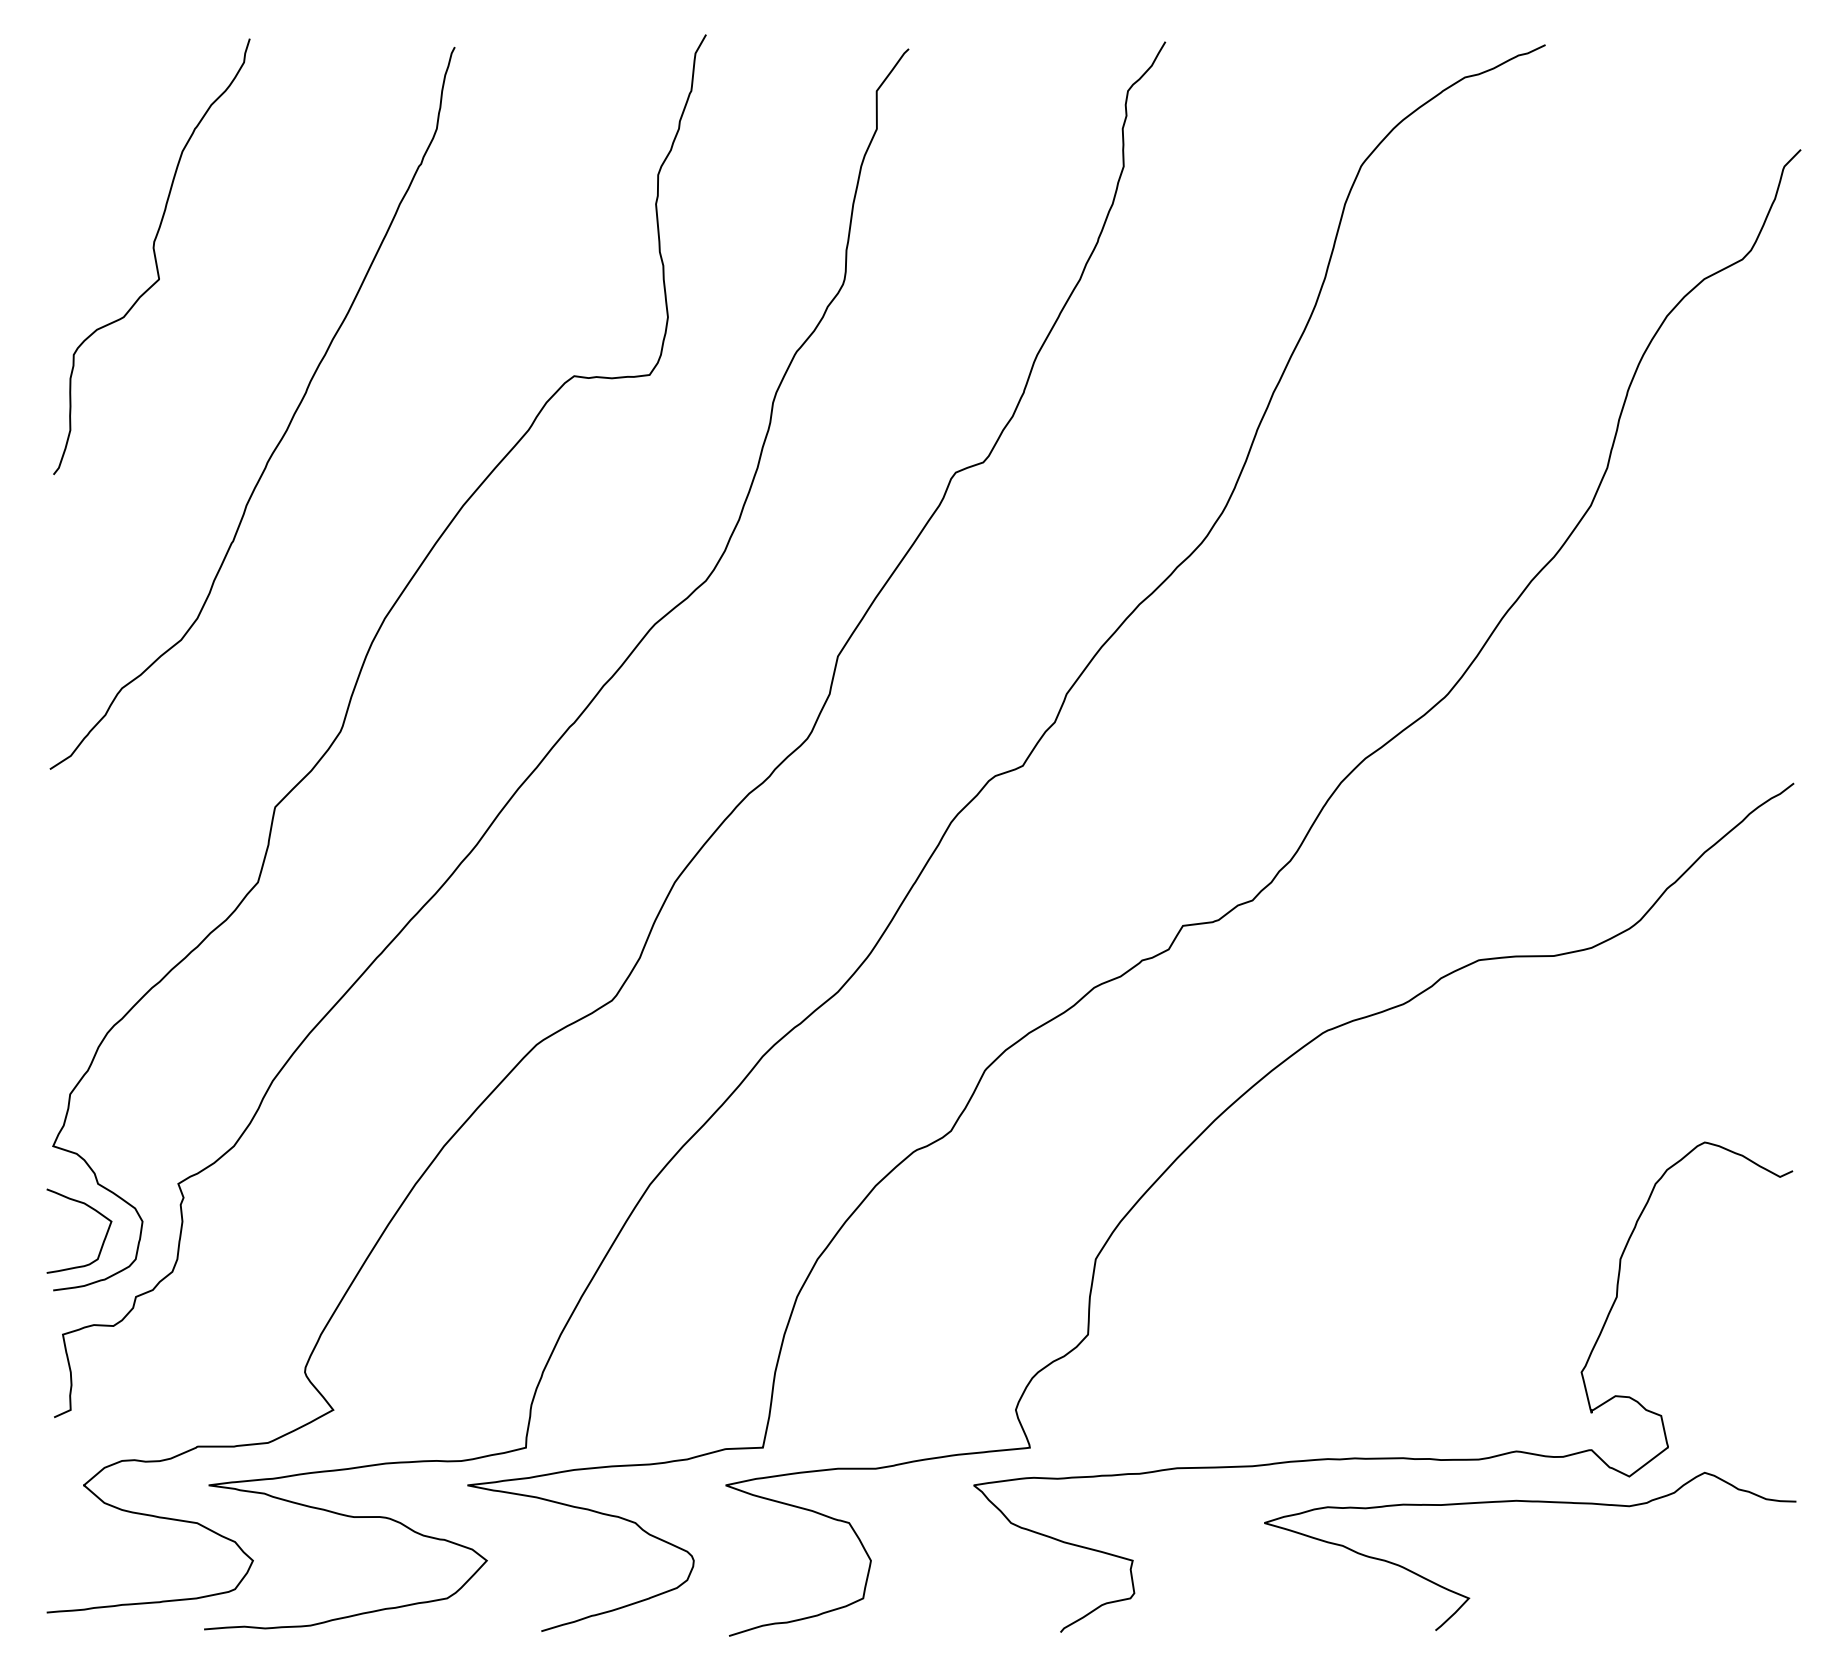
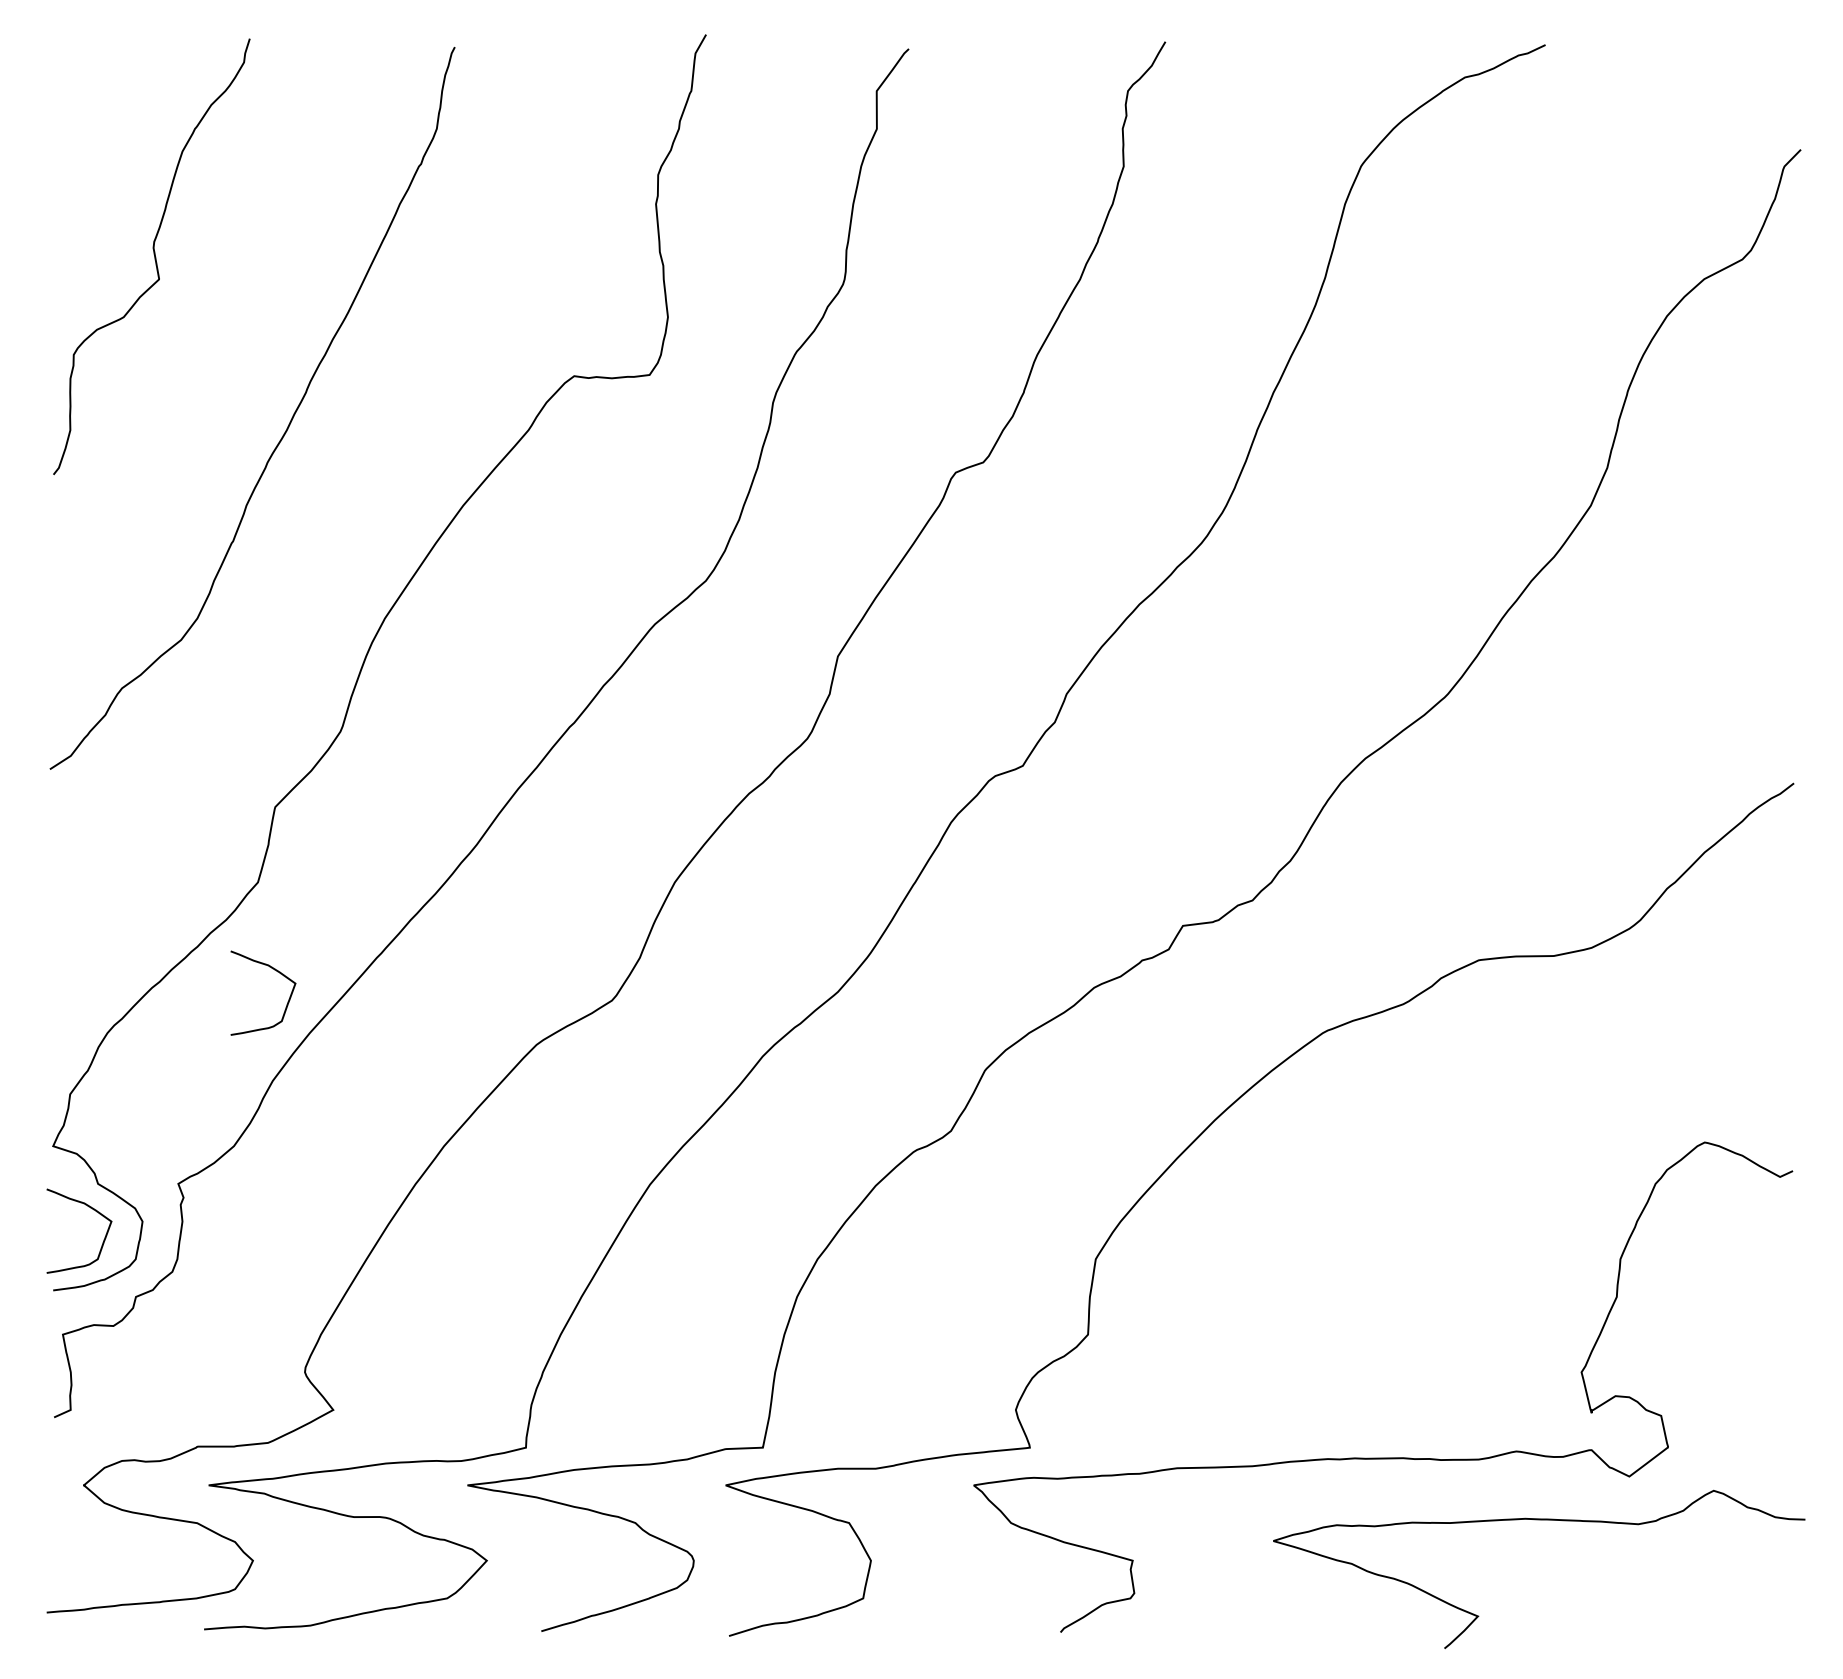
curve at (277, 972): none -> present
curve at (1530, 1502) position: (1530, 1502) -> (1539, 1520)
